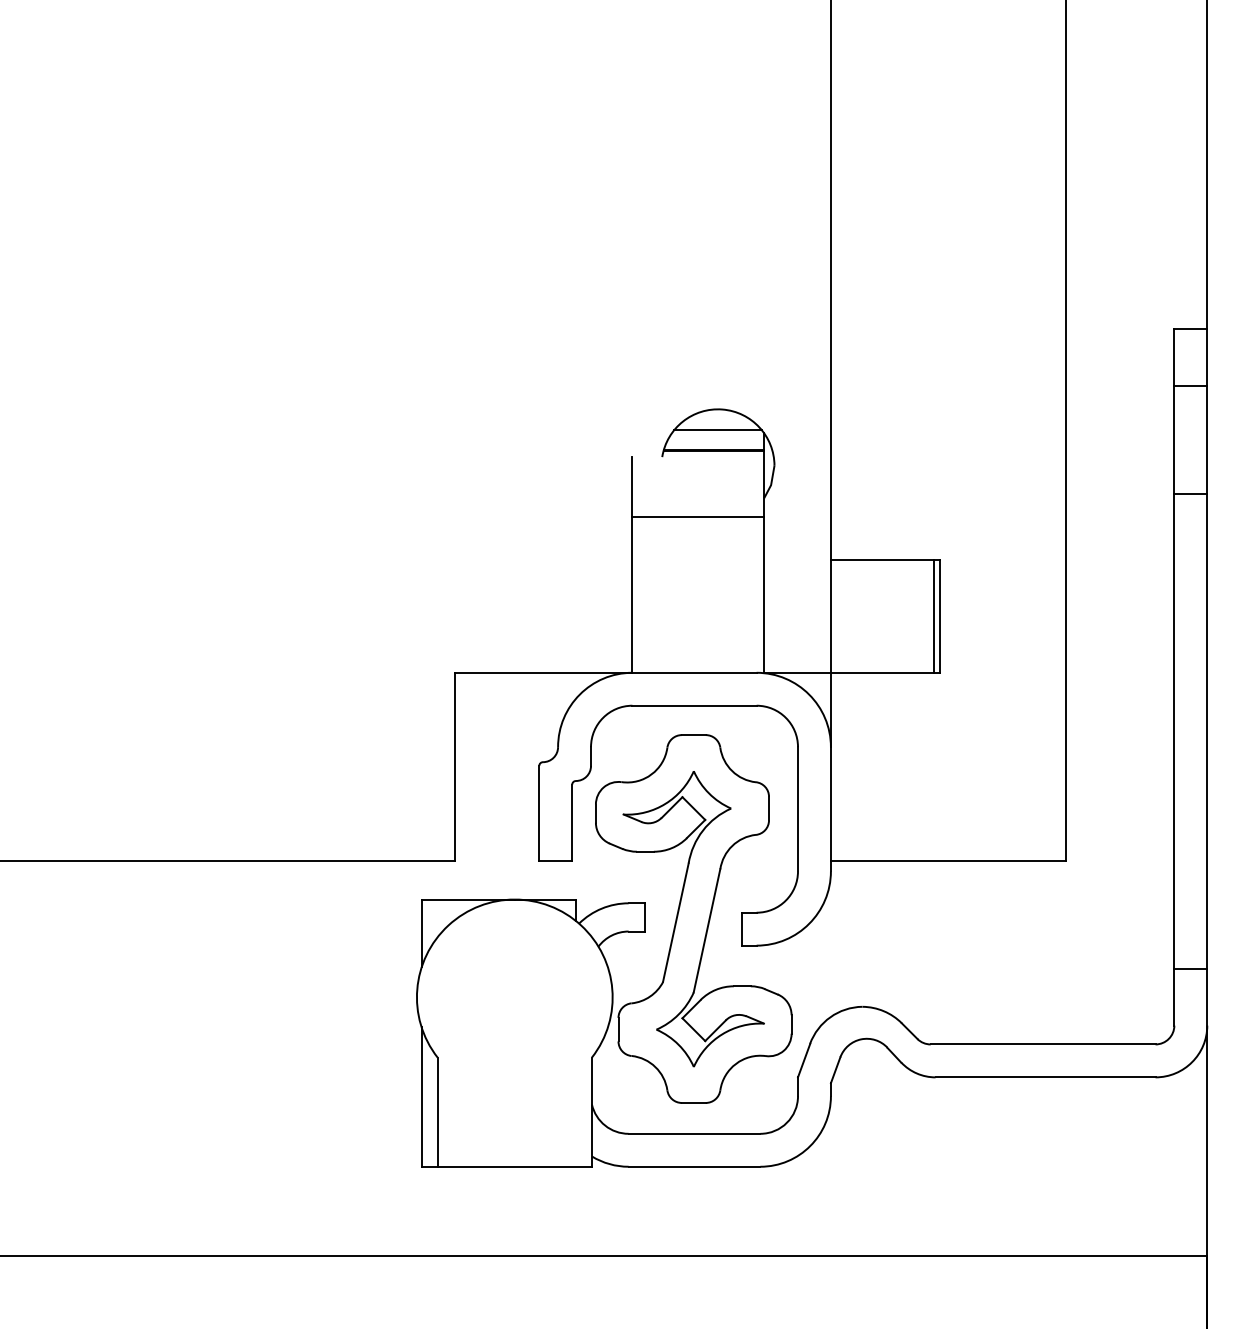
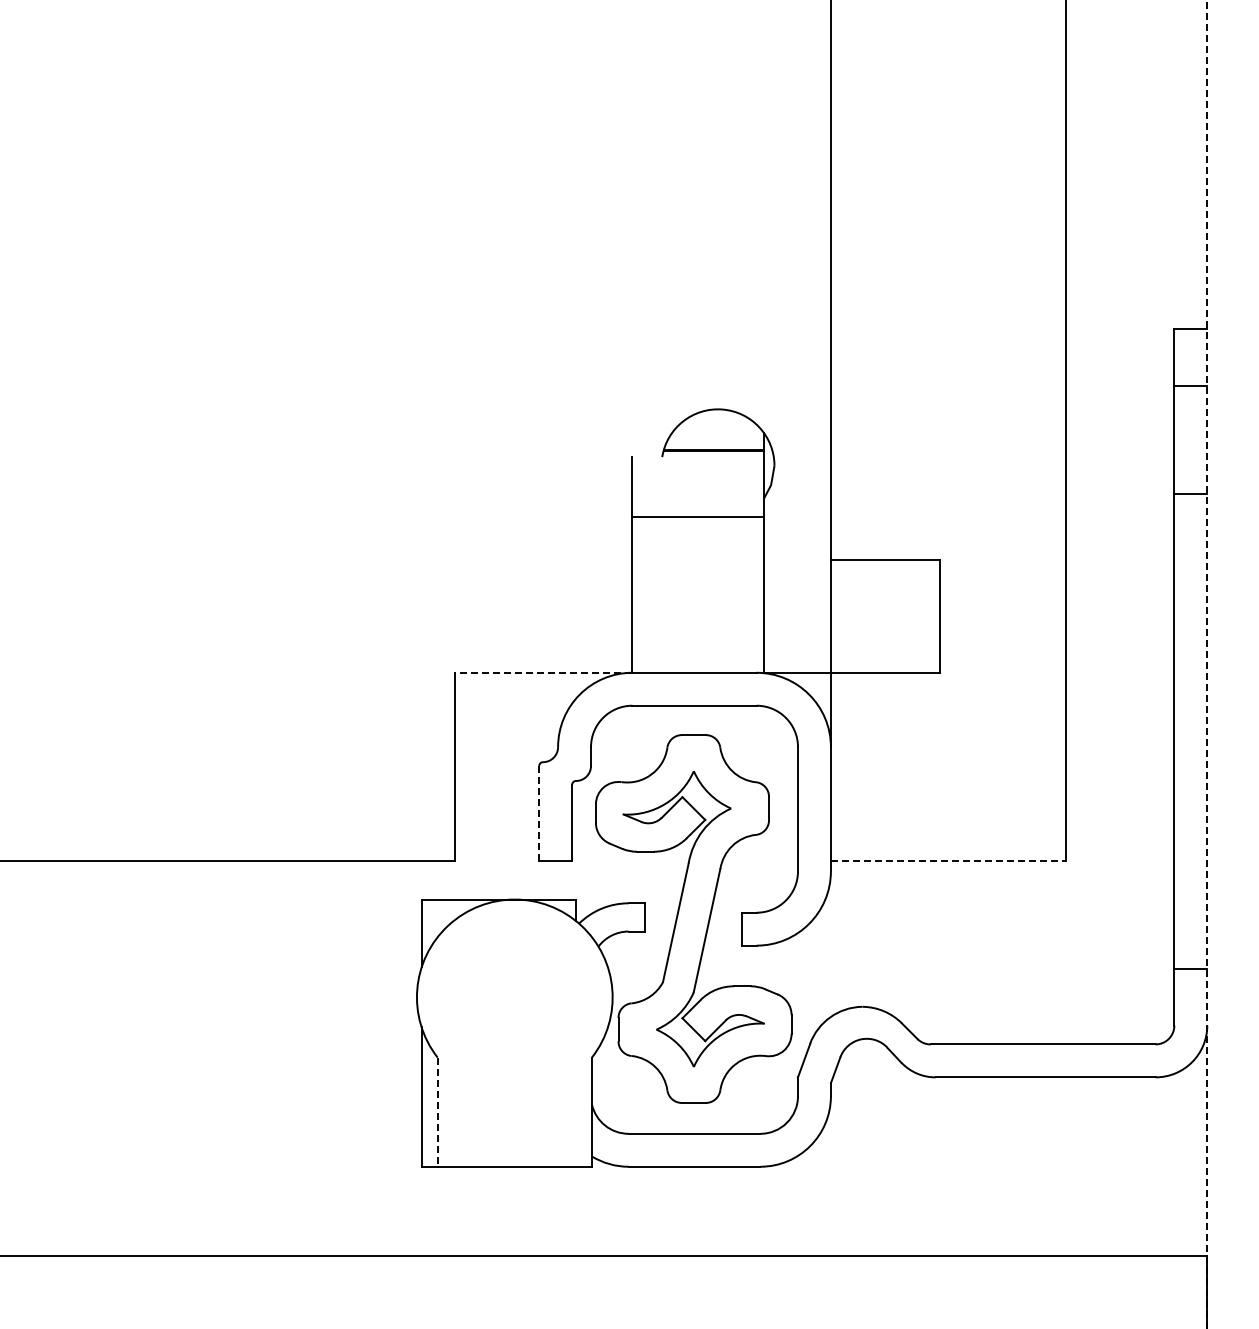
line at (717, 430): present -> none
line at (934, 615): present -> none
line at (1207, 663): solid -> dashed
line at (543, 672): solid -> dashed
line at (539, 813): solid -> dashed
line at (948, 860): solid -> dashed
line at (437, 1112): solid -> dashed
